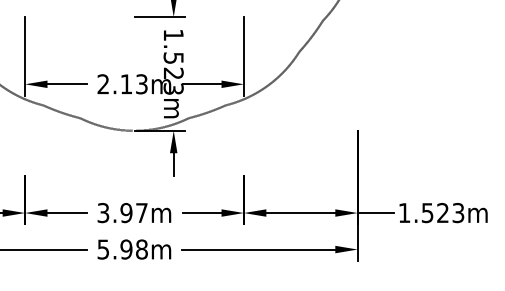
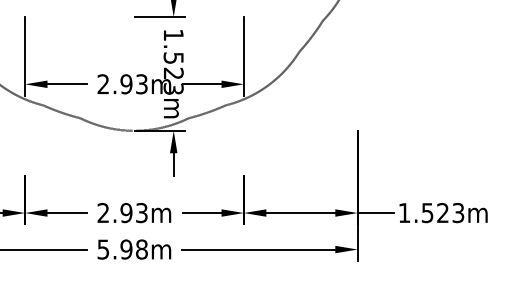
text at (126, 84): 2.13m -> 2.93m
text at (122, 212): 3.97m -> 2.93m
